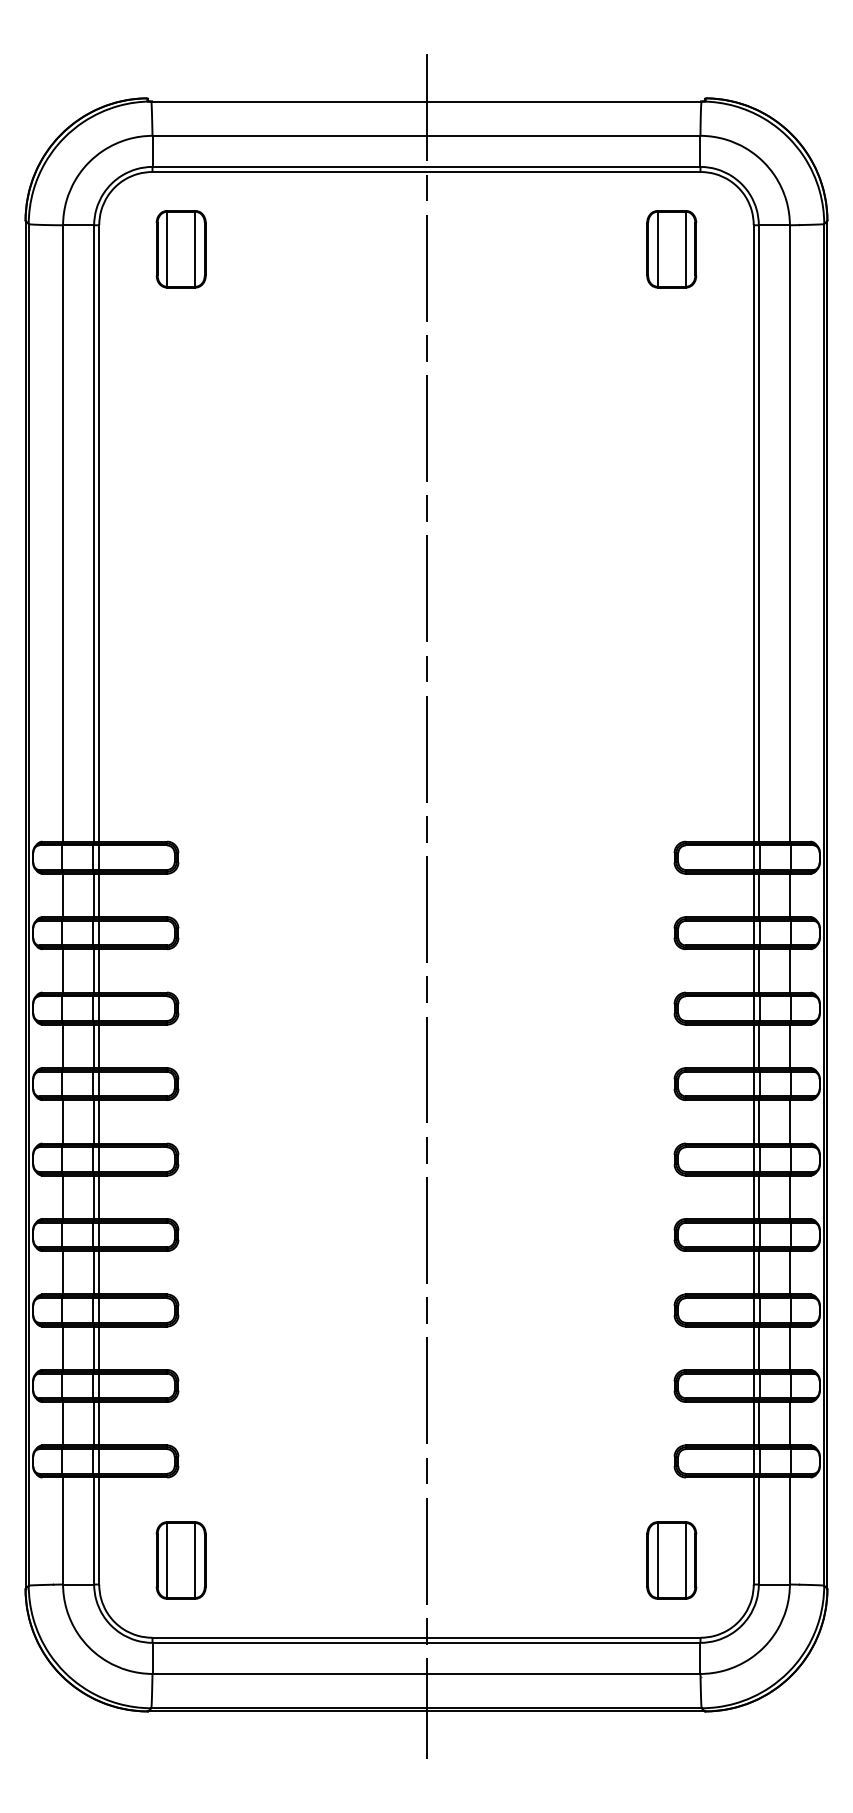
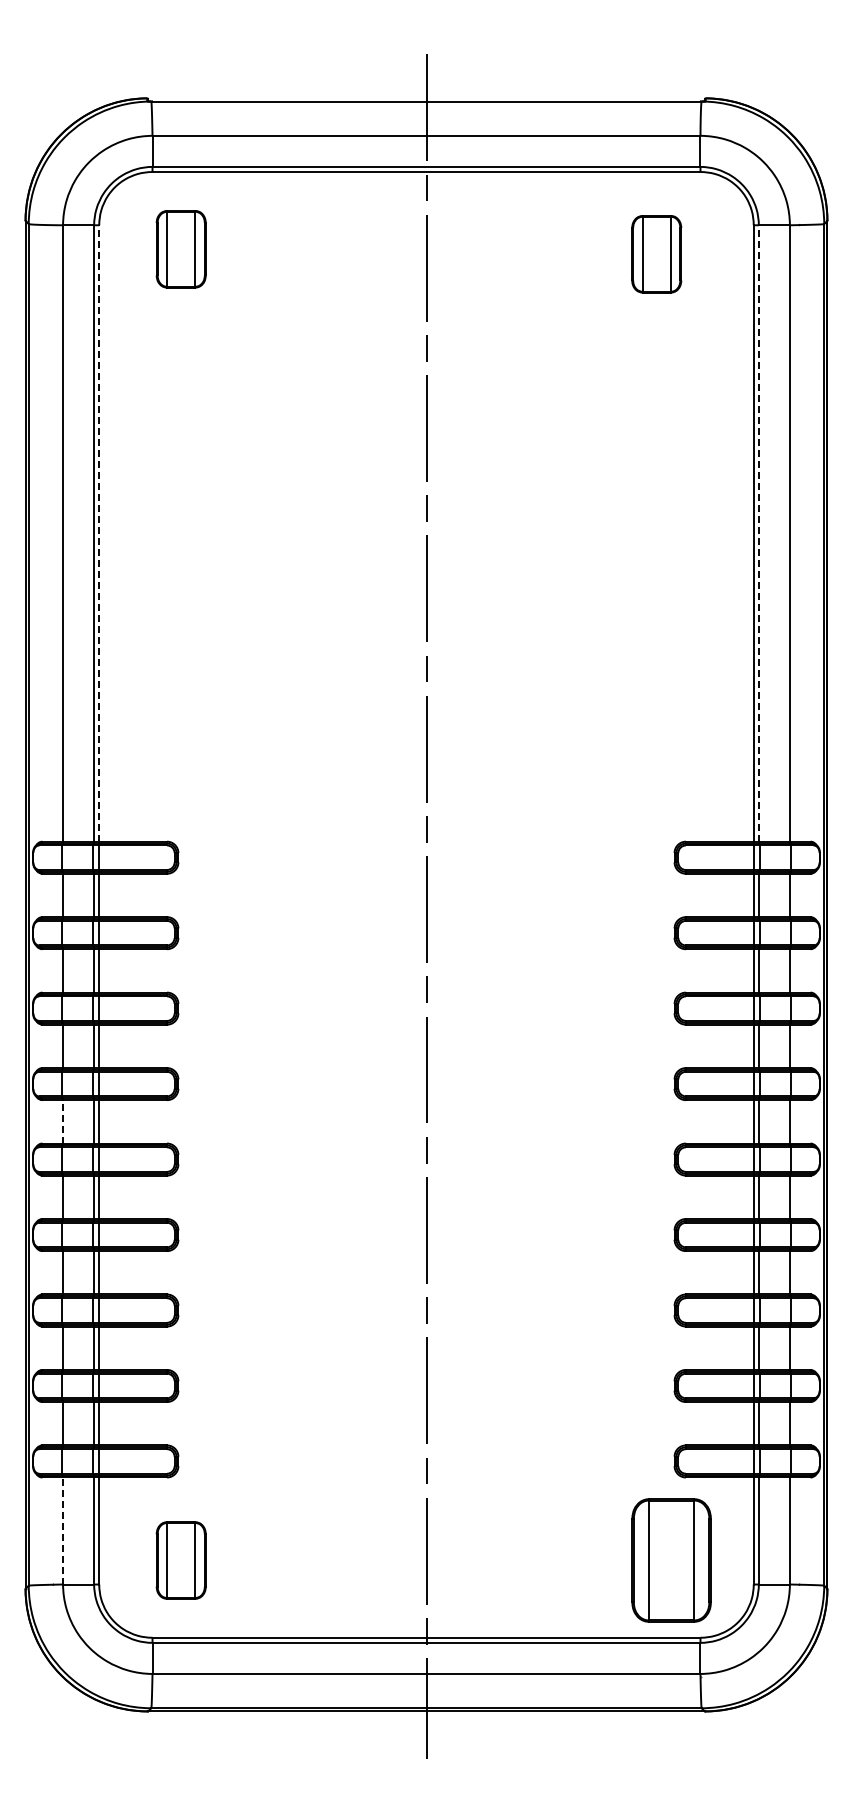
part at (671, 249) position: (671, 249) -> (656, 254)
line at (99, 532): solid -> dashed
line at (758, 532): solid -> dashed
line at (63, 1121): solid -> dashed
line at (63, 1531): solid -> dashed
part at (671, 1560) size: 52x79 px -> 81x125 px
